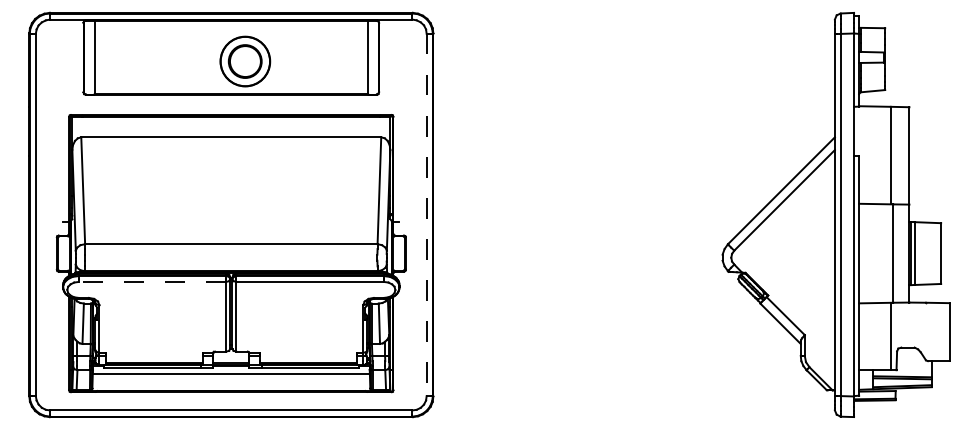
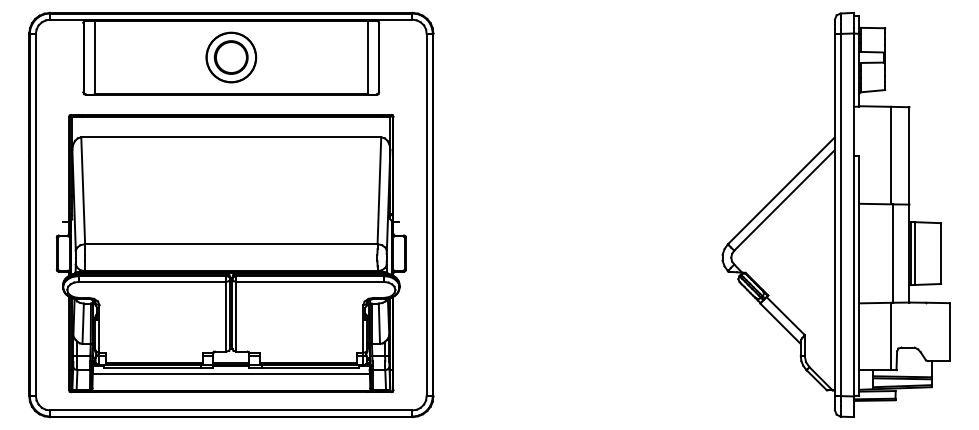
part at (245, 61) position: (245, 61) -> (231, 57)
line at (426, 215): dashed -> solid
line at (152, 281): dashed -> solid
